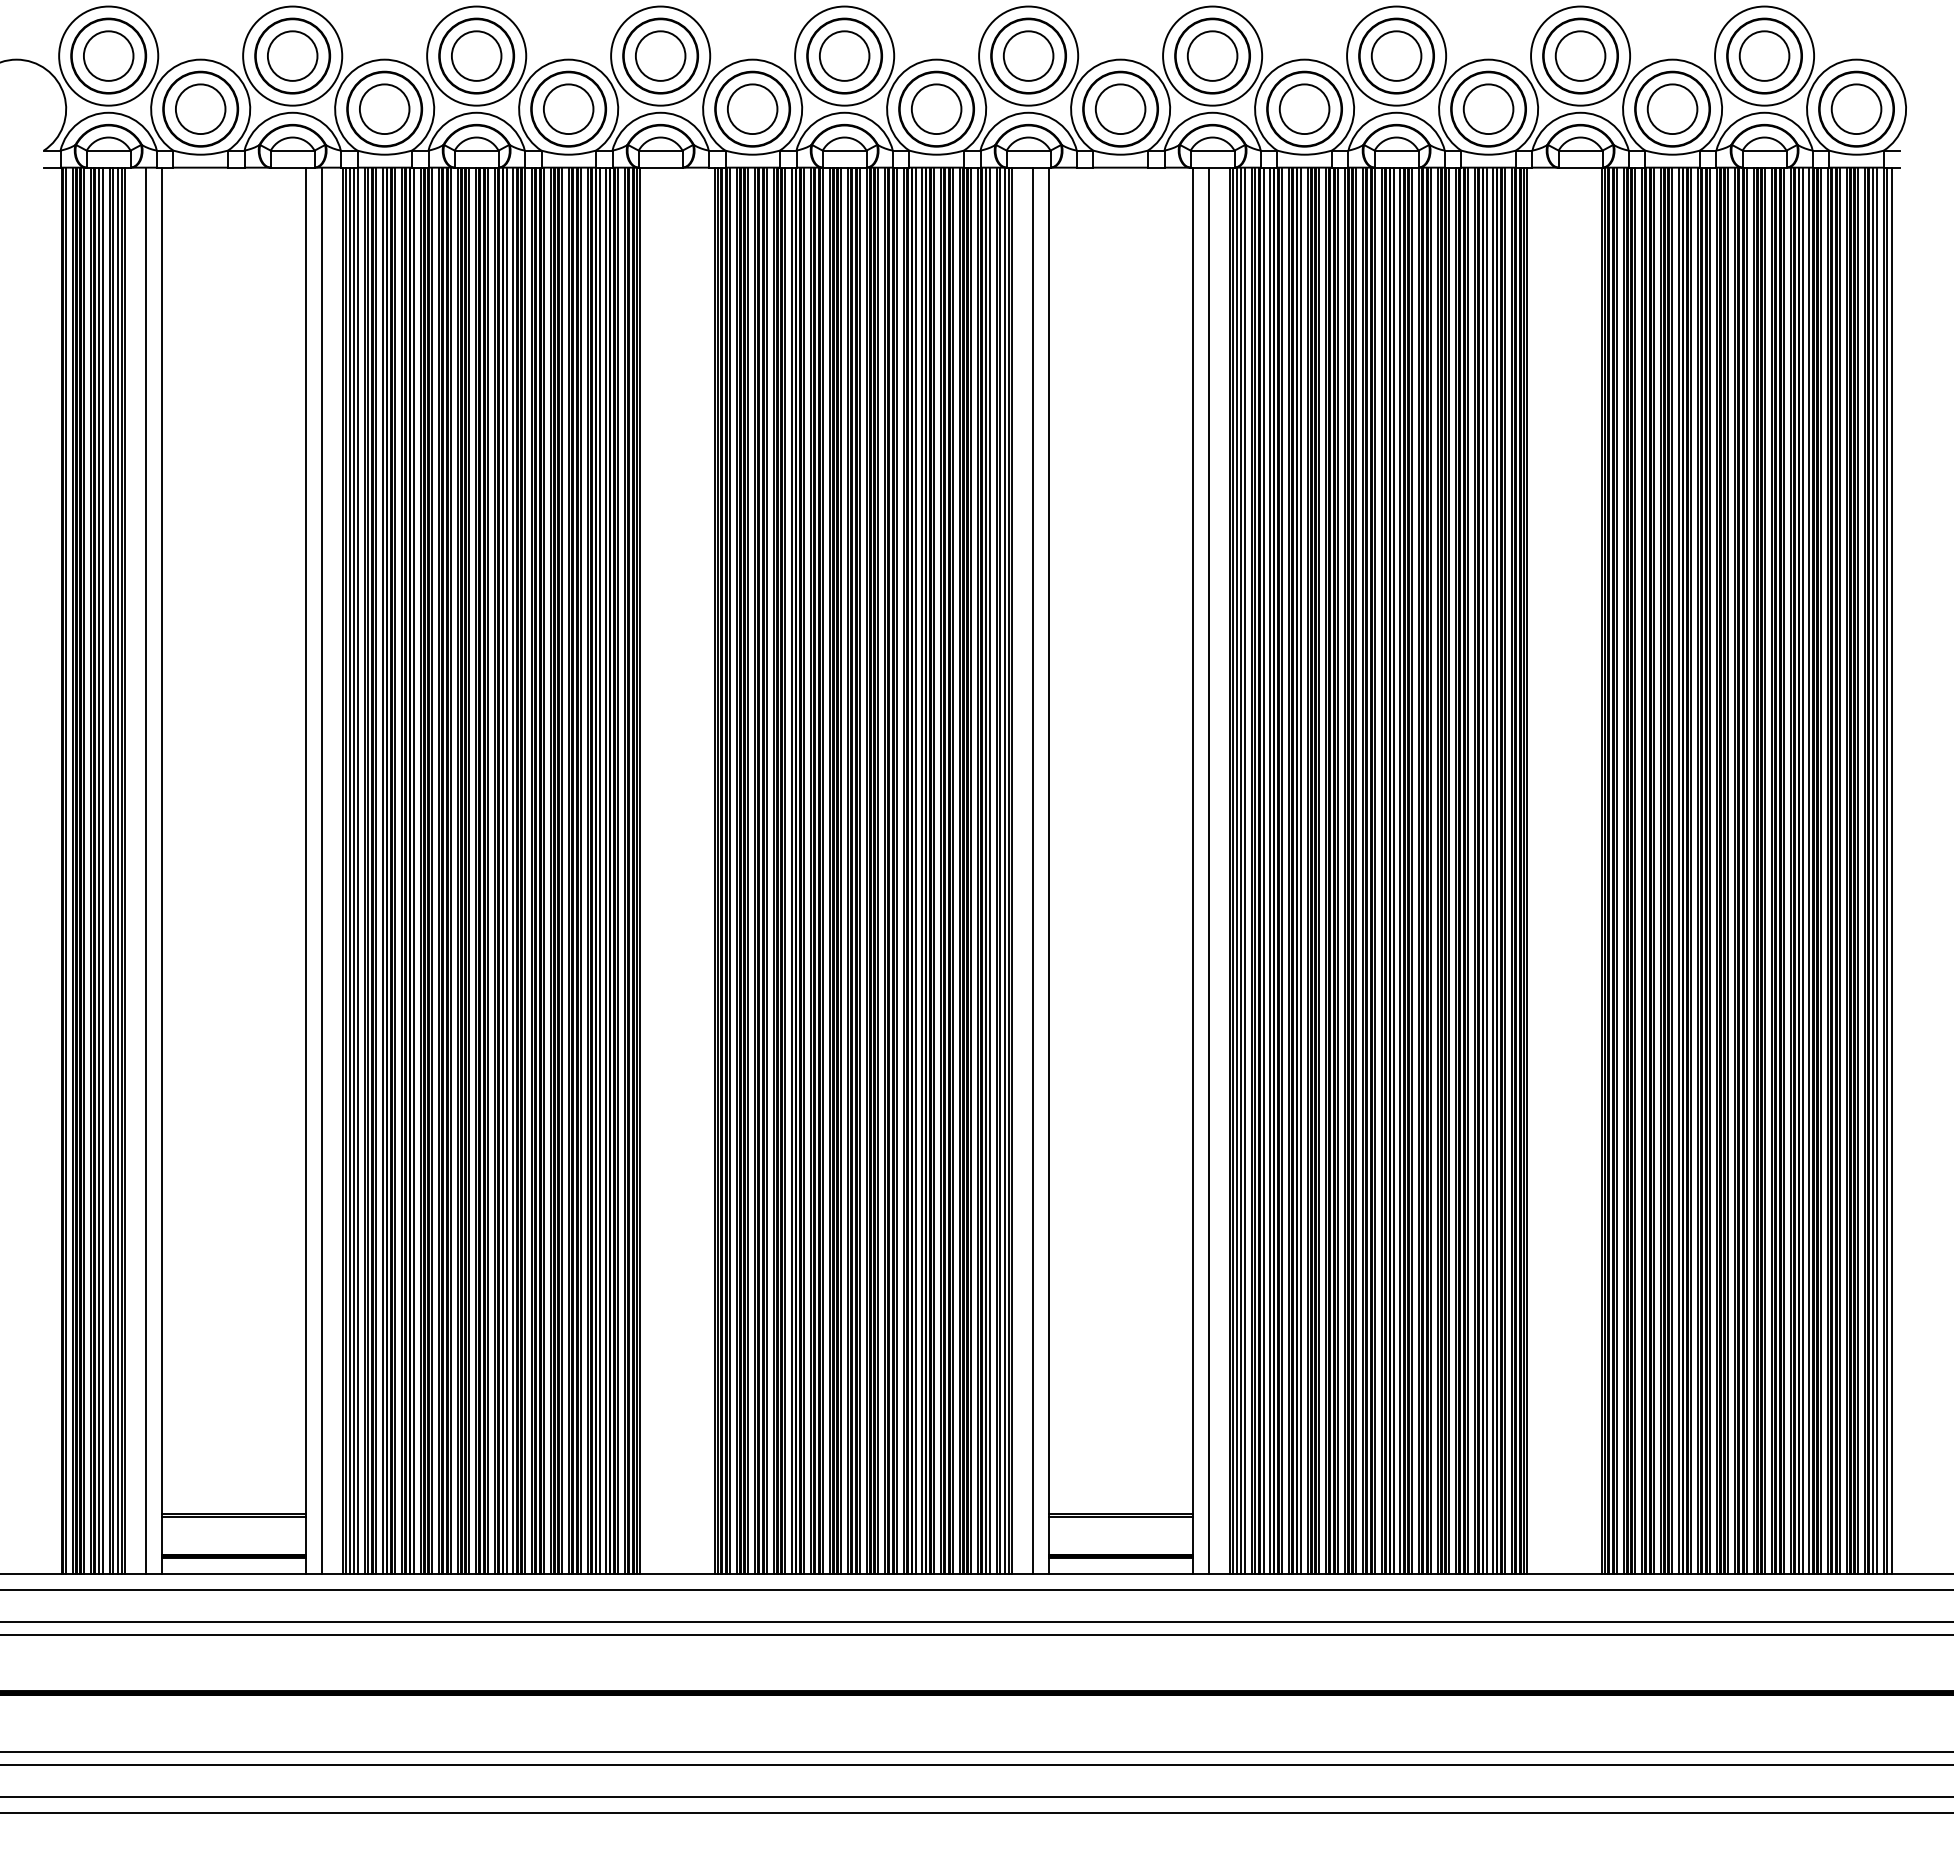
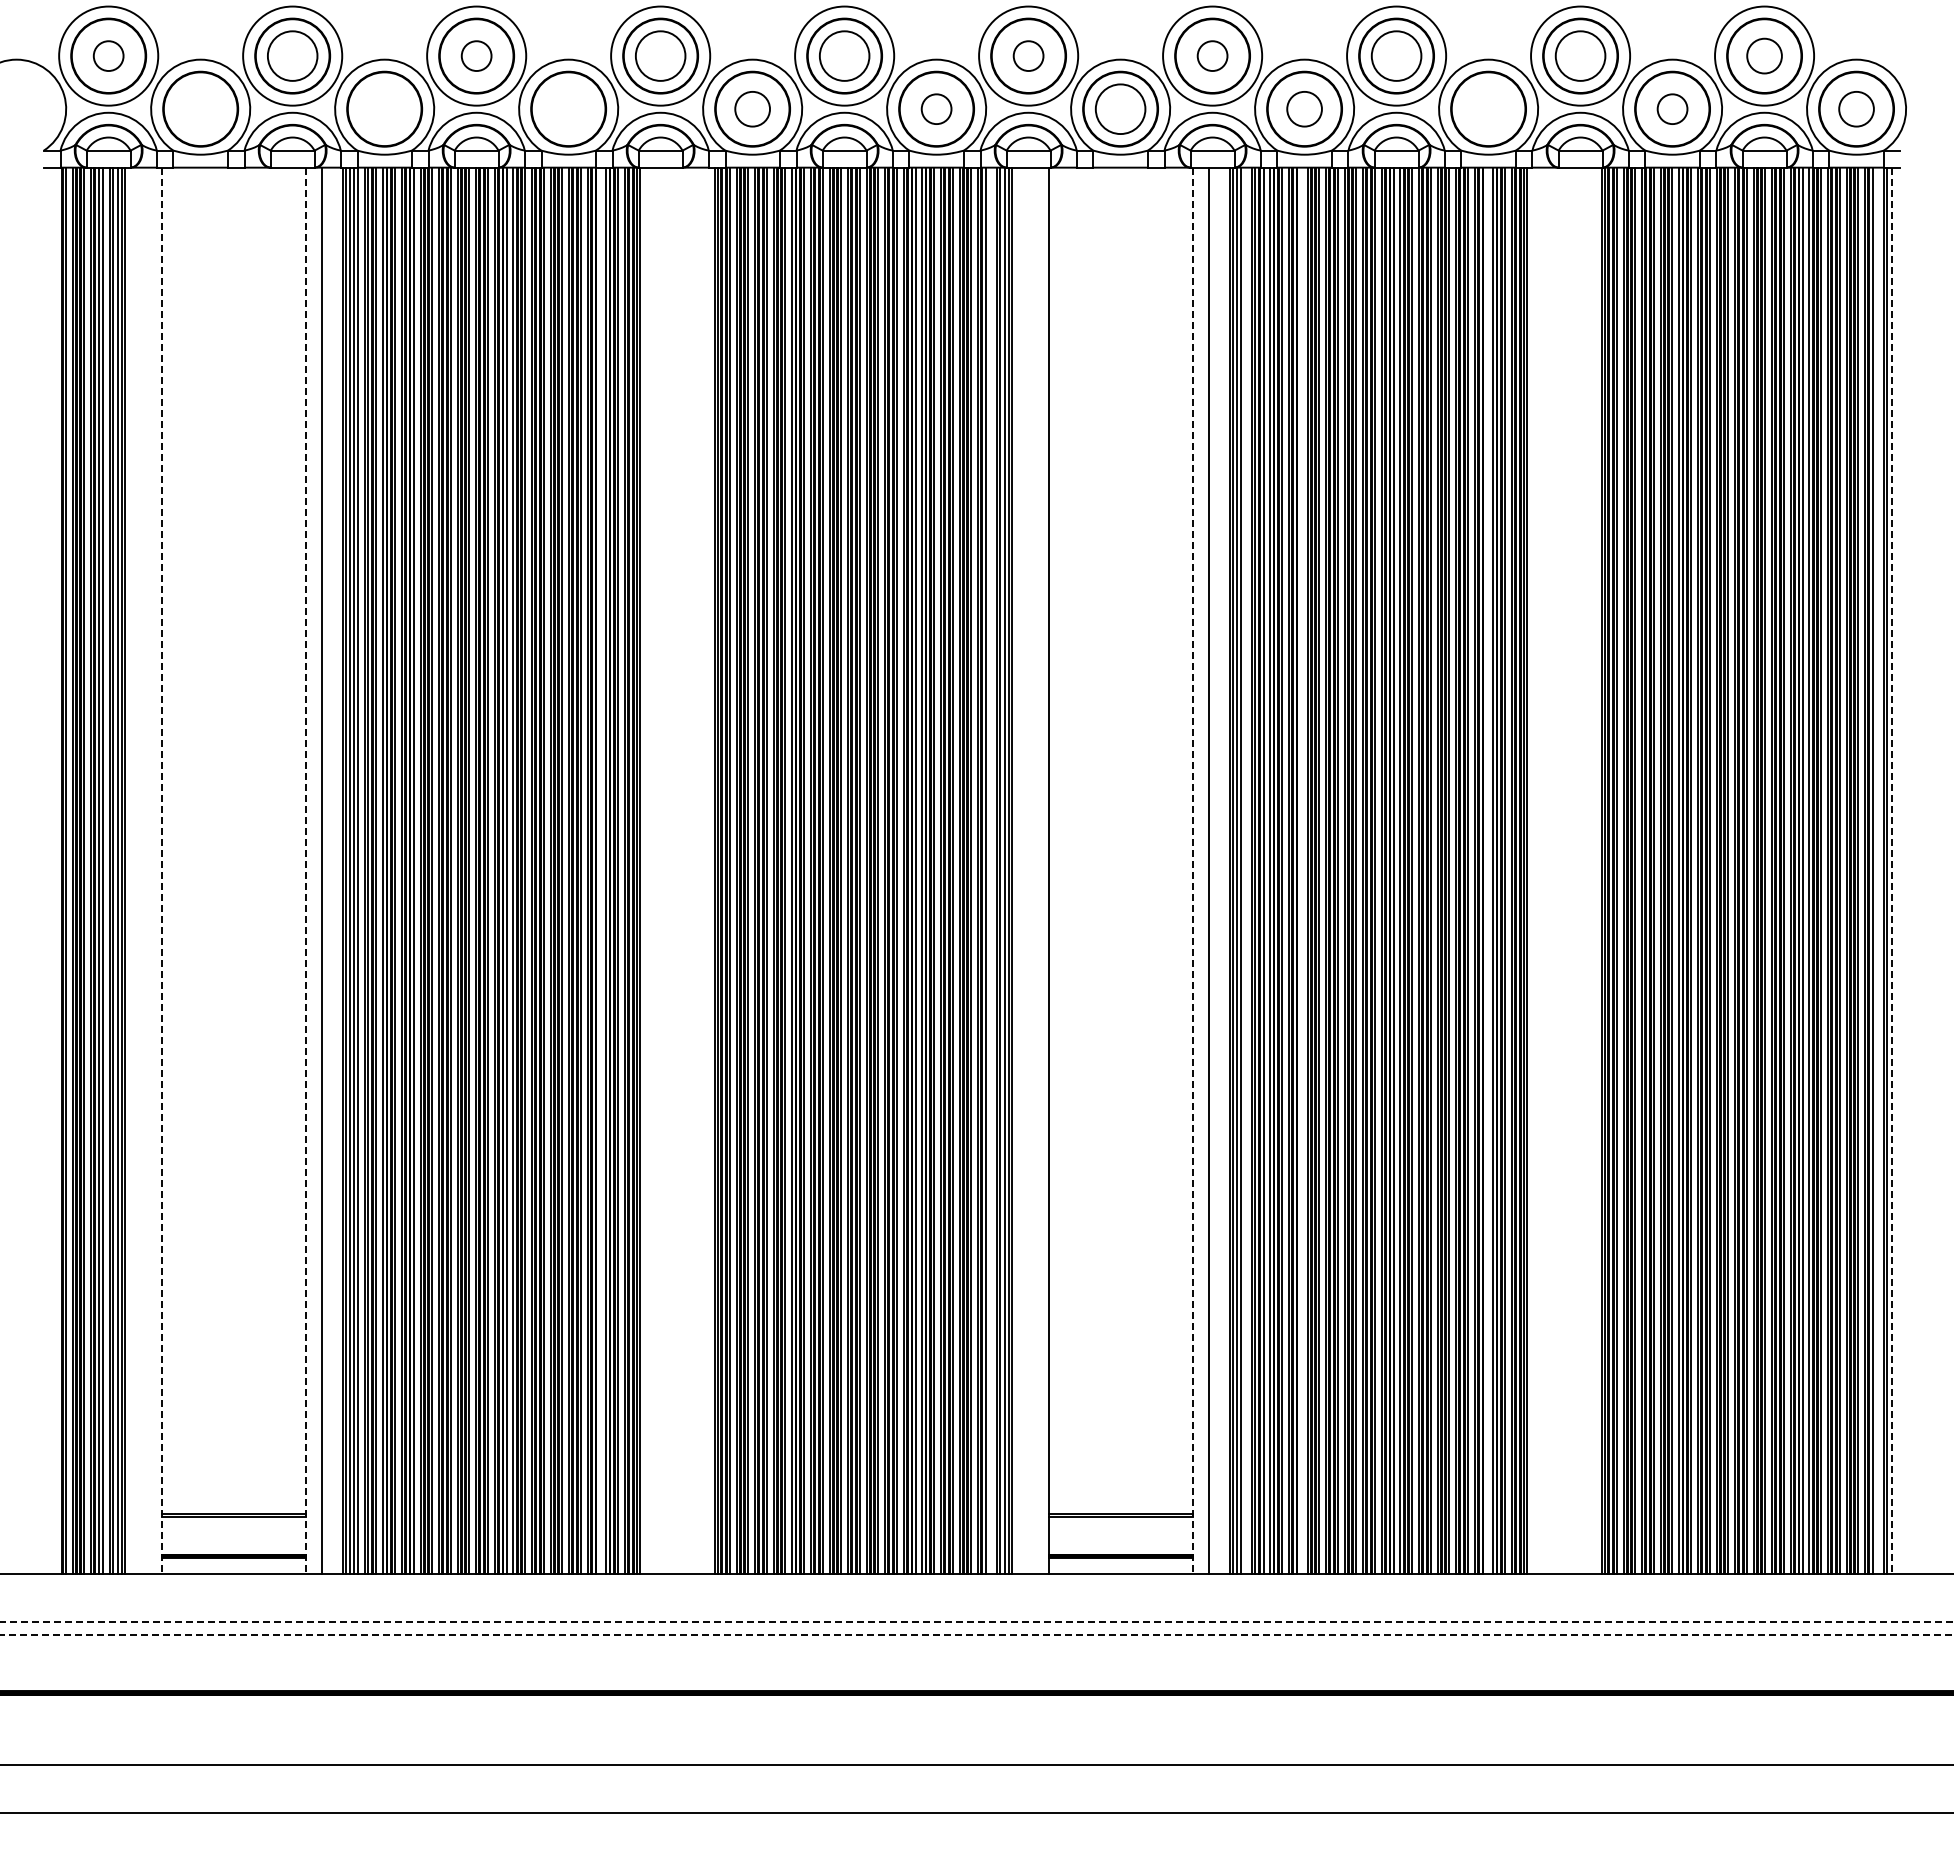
circle at (108, 55) diameter: 50 px -> 30 px
circle at (476, 55) diameter: 50 px -> 30 px
circle at (1028, 55) diameter: 50 px -> 30 px
circle at (1212, 55) diameter: 50 px -> 30 px
circle at (1764, 55) diameter: 50 px -> 35 px
circle at (200, 108): present -> none
circle at (384, 108): present -> none
circle at (568, 108): present -> none
circle at (1488, 108): present -> none
circle at (752, 109) diameter: 50 px -> 35 px
circle at (936, 109) diameter: 50 px -> 30 px
circle at (1304, 109) diameter: 50 px -> 35 px
circle at (1672, 109) diameter: 50 px -> 30 px
circle at (1856, 109) diameter: 50 px -> 35 px
line at (146, 870): present -> none
line at (599, 870): present -> none
line at (989, 870): present -> none
line at (1033, 870): present -> none
line at (1244, 870): present -> none
line at (1300, 870): present -> none
line at (1486, 870): present -> none
line at (1876, 870): present -> none
line at (162, 871): solid -> dashed
line at (305, 871): solid -> dashed
line at (1192, 871): solid -> dashed
line at (1891, 871): solid -> dashed
line at (976, 1589): present -> none
line at (977, 1621): solid -> dashed
line at (977, 1634): solid -> dashed
line at (976, 1751): present -> none
line at (976, 1796): present -> none
